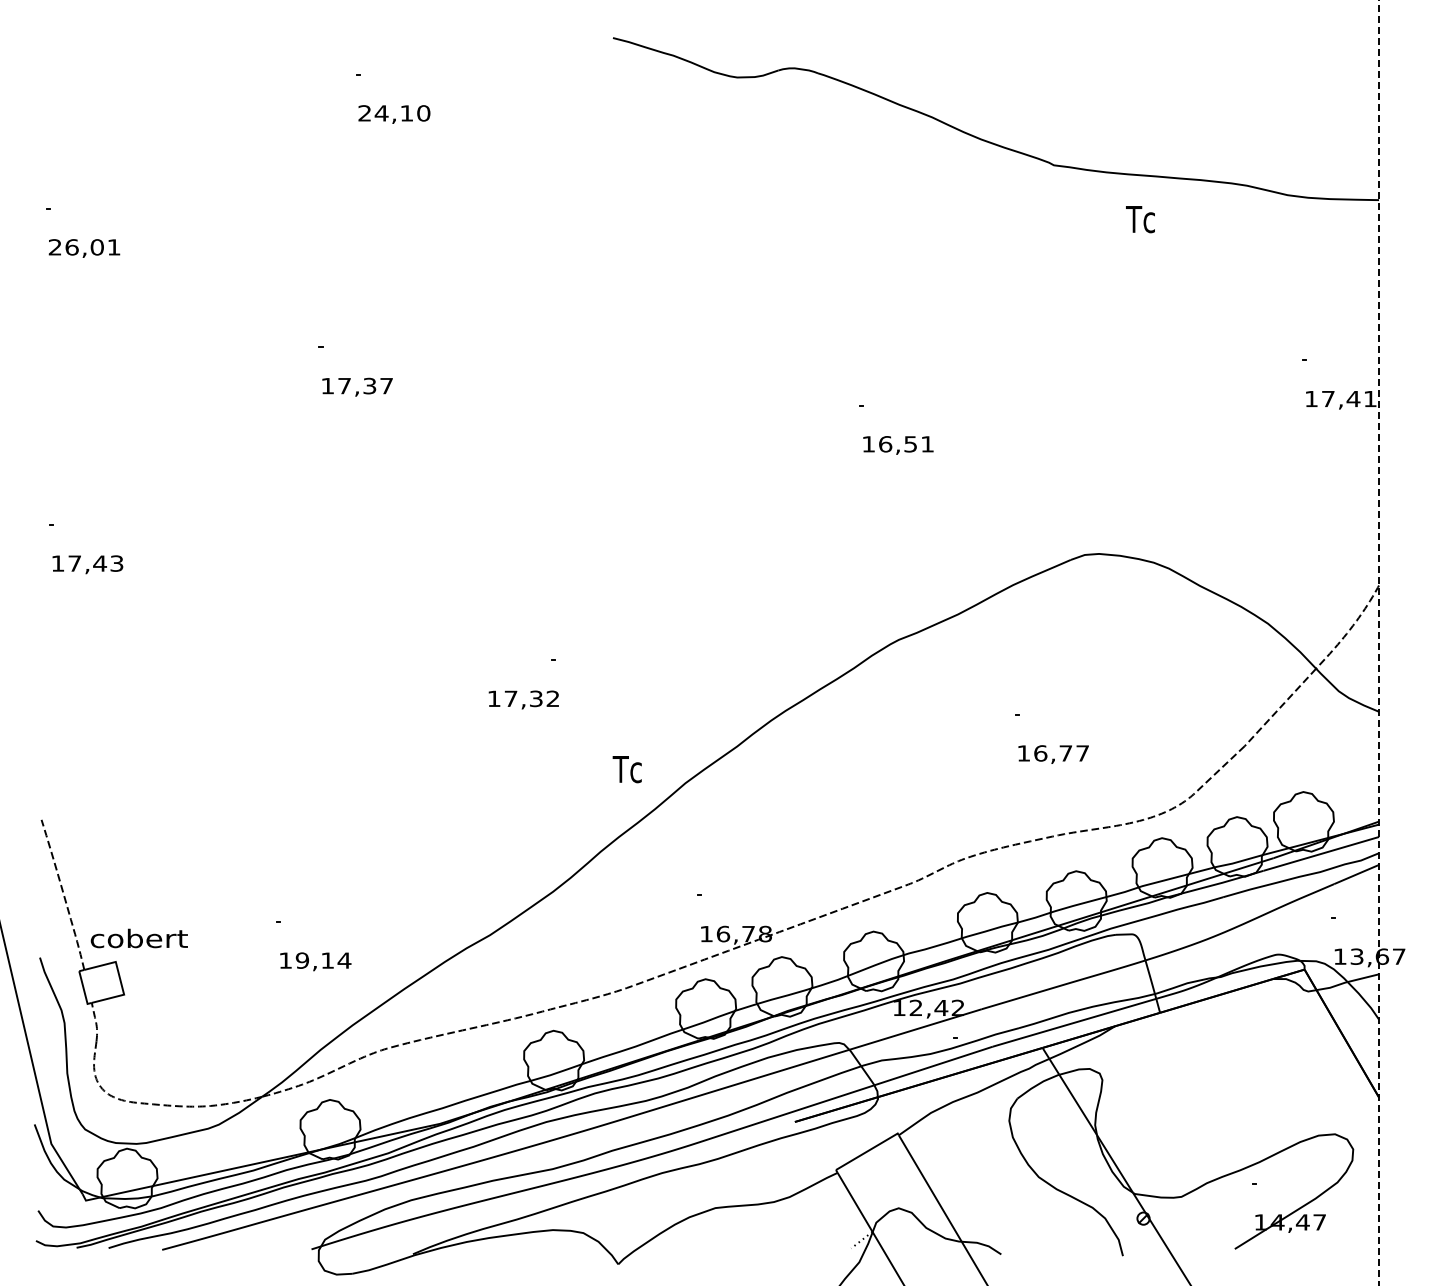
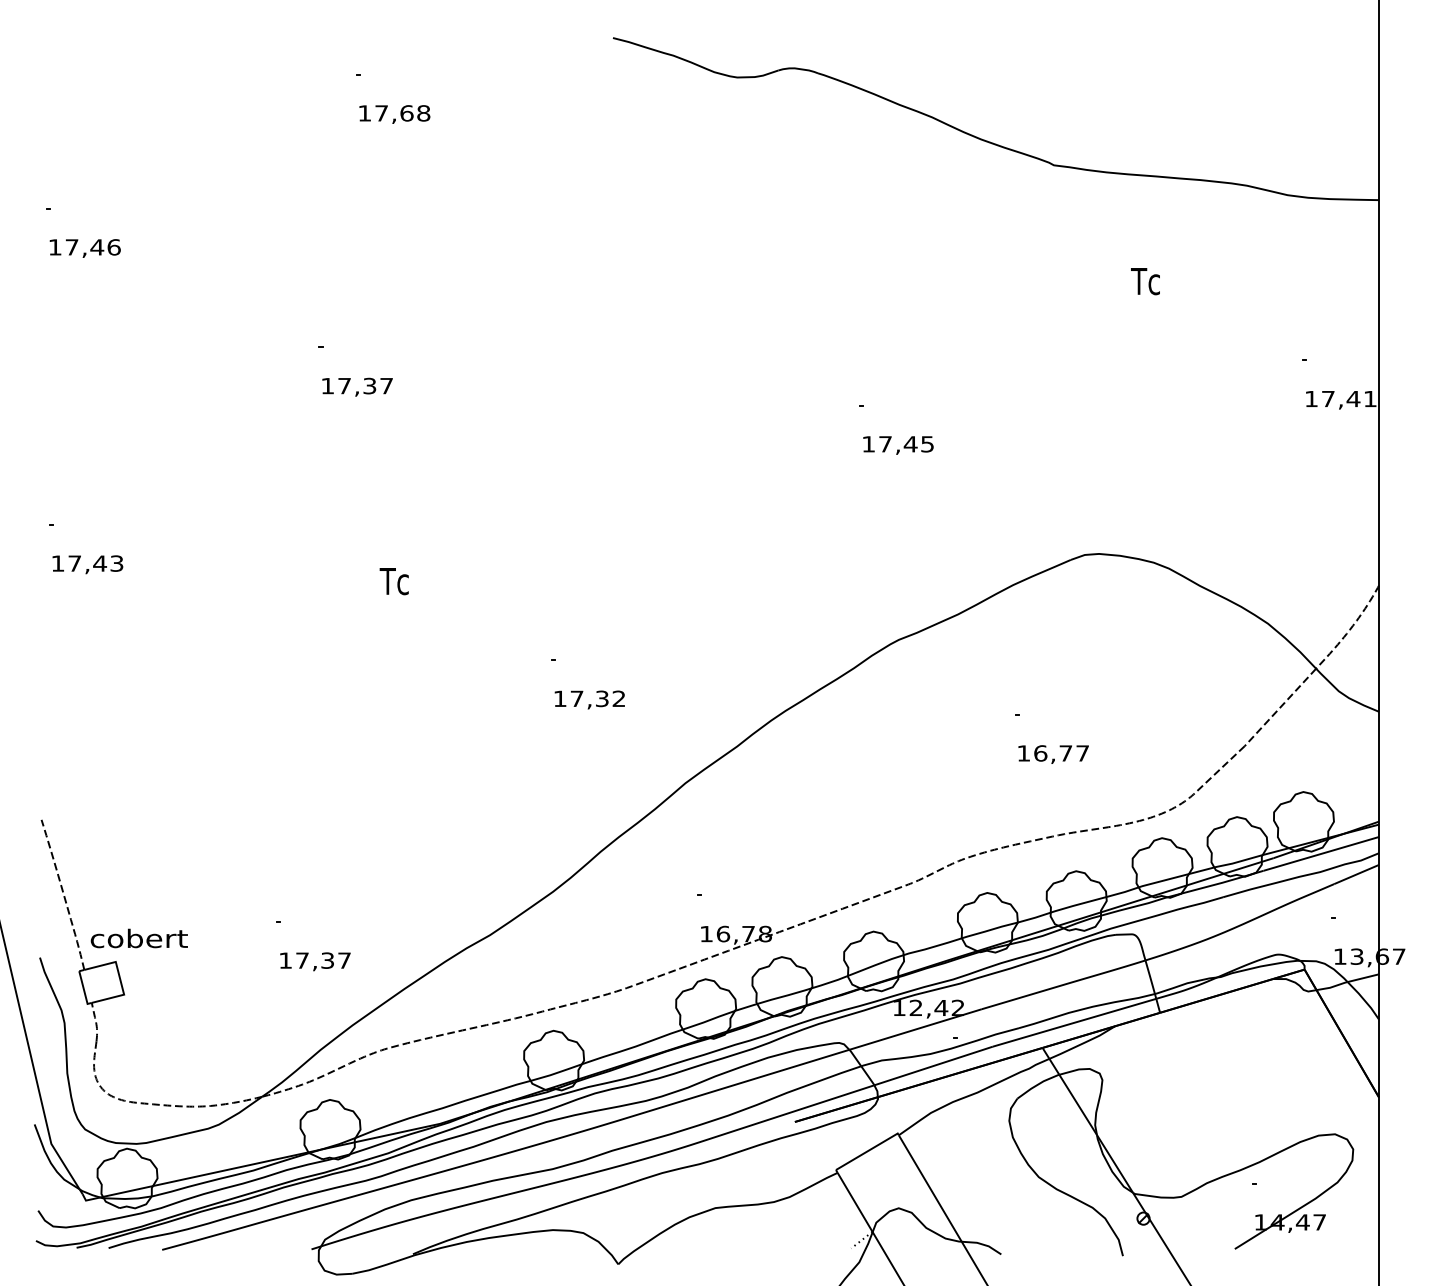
text at (394, 113): 24,10 -> 17,68
text at (1140, 219) position: (1140, 219) -> (1145, 281)
text at (84, 247): 26,01 -> 17,46
text at (906, 444): 16,51 -> 17,45
line at (1379, 642): dashed -> solid
text at (523, 699) position: (523, 699) -> (589, 699)
text at (626, 769) position: (626, 769) -> (393, 581)
text at (323, 960): 19,14 -> 17,37
